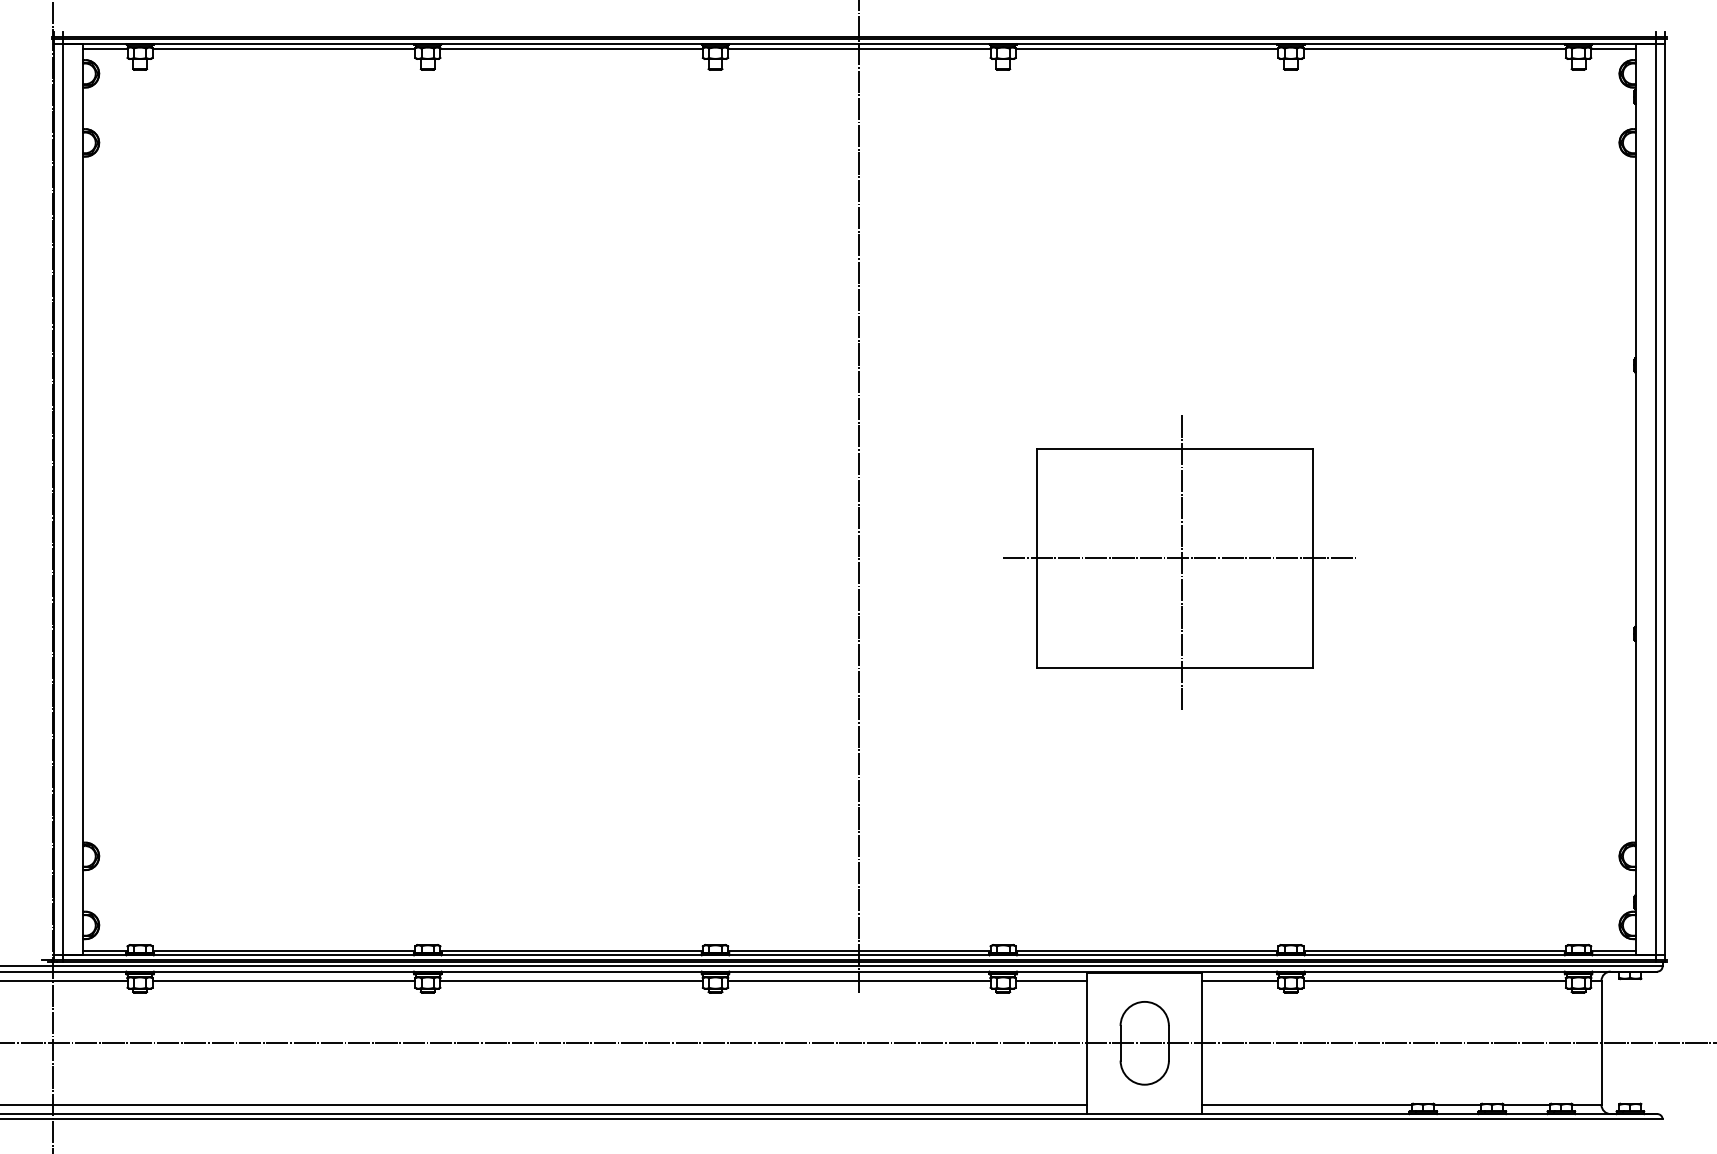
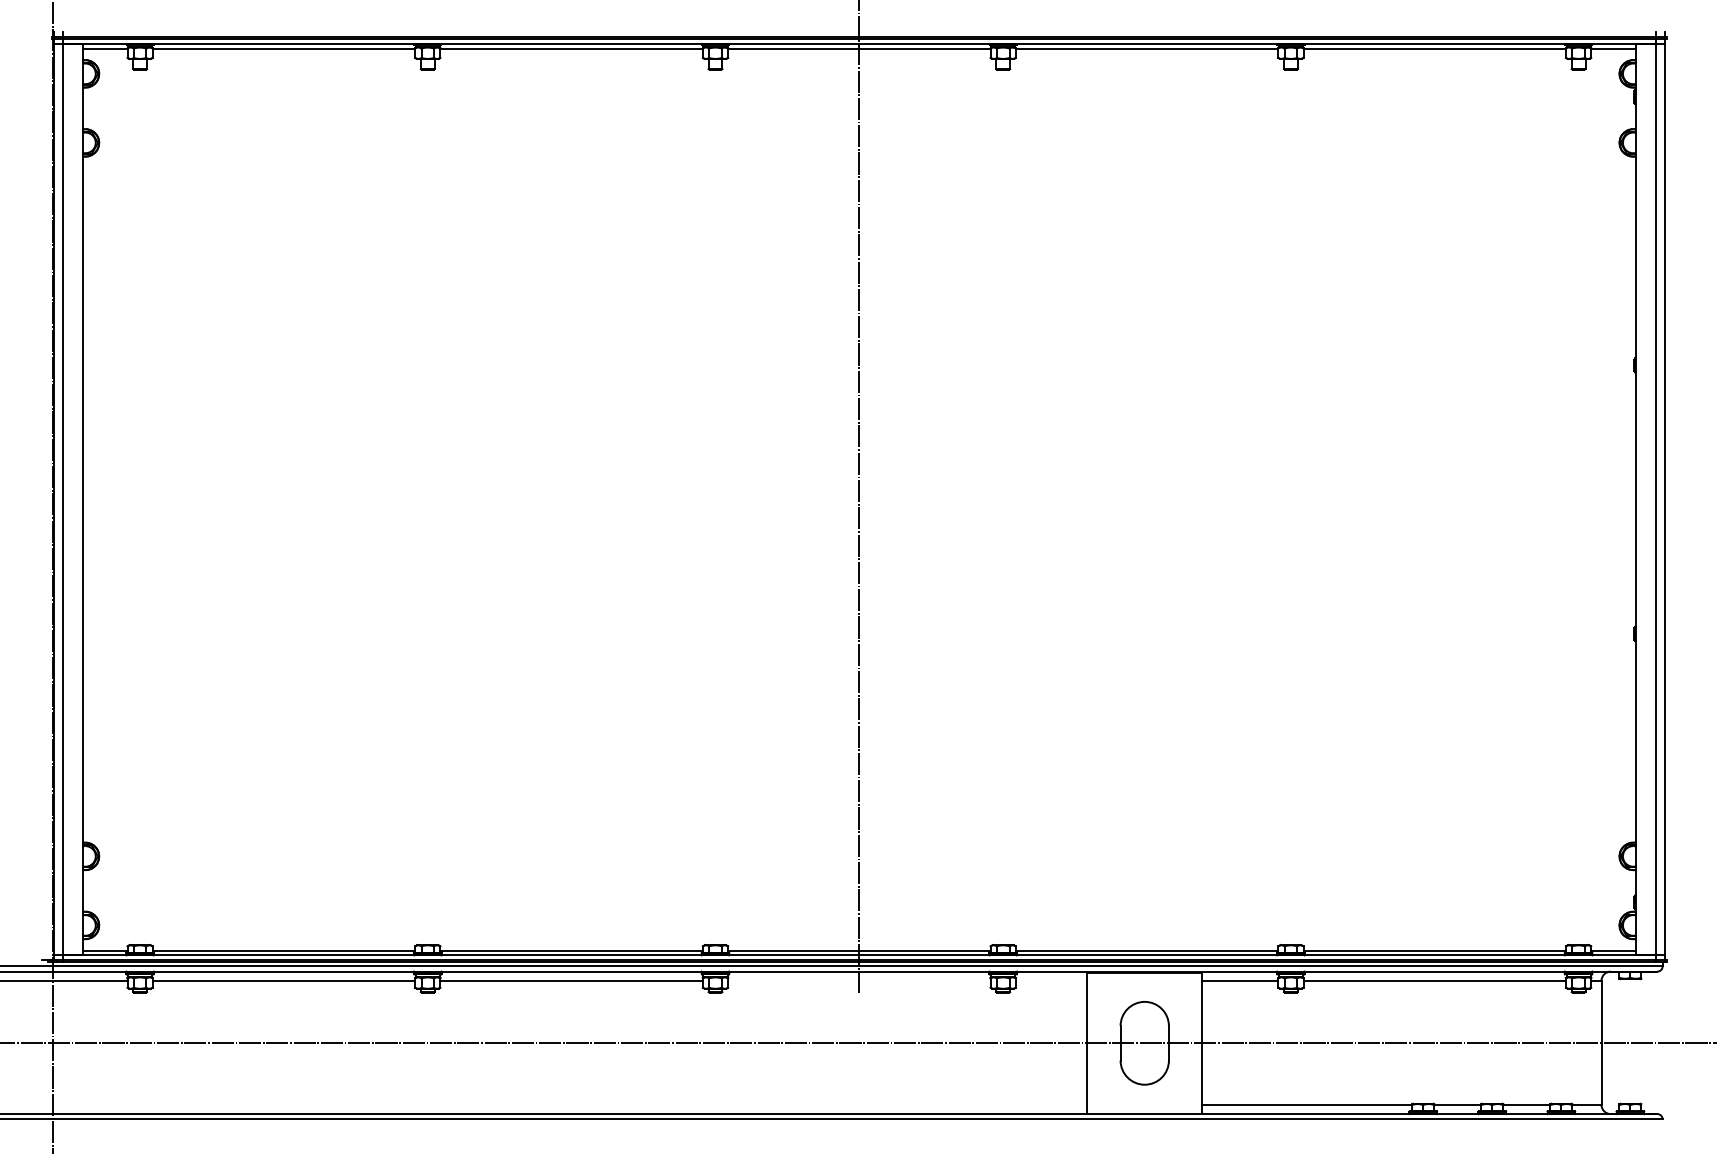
part at (1179, 562): present -> none
line at (859, 980): present -> none
line at (1051, 980): present -> none
line at (544, 1104): present -> none
